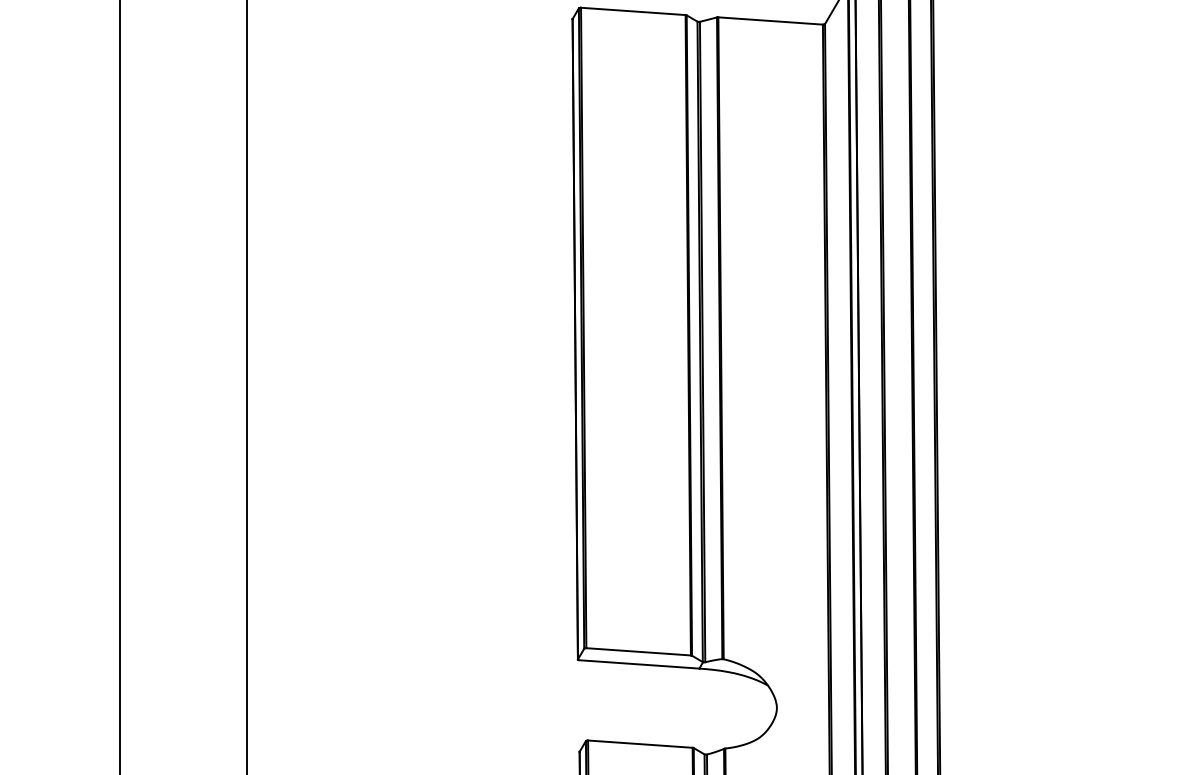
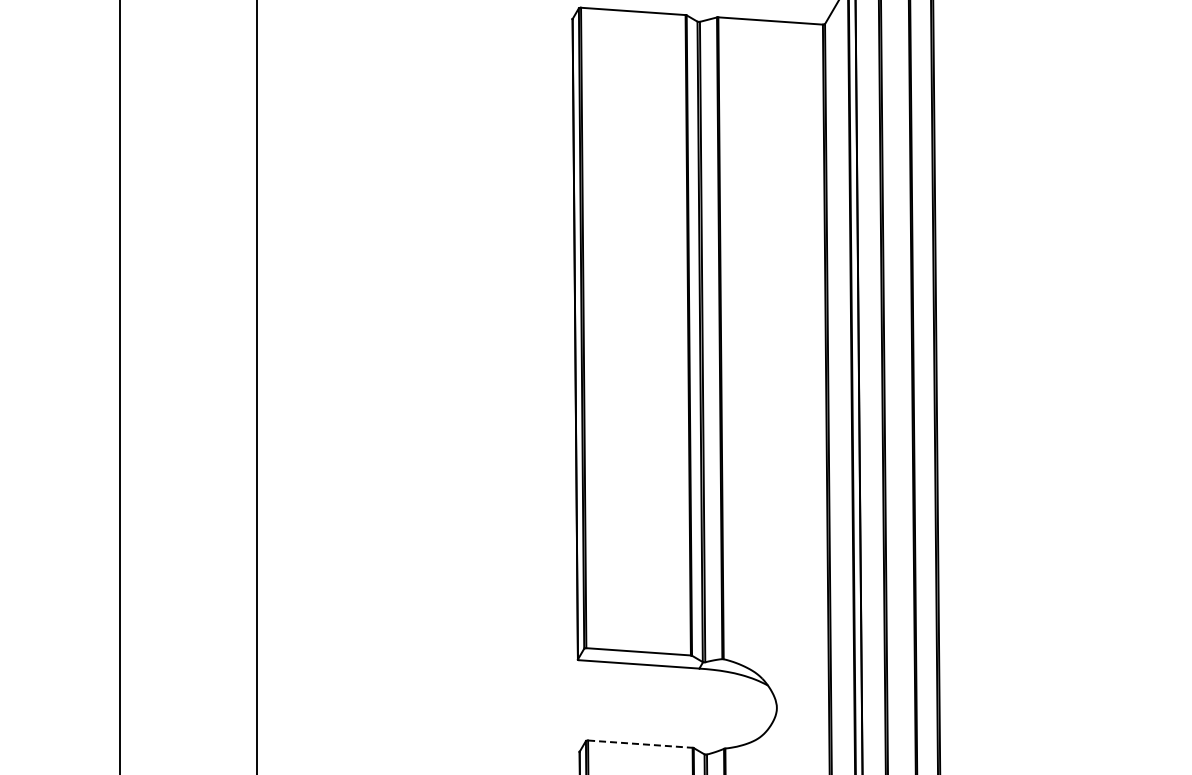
line at (246, 386) position: (246, 386) -> (256, 386)
line at (640, 744): solid -> dashed
